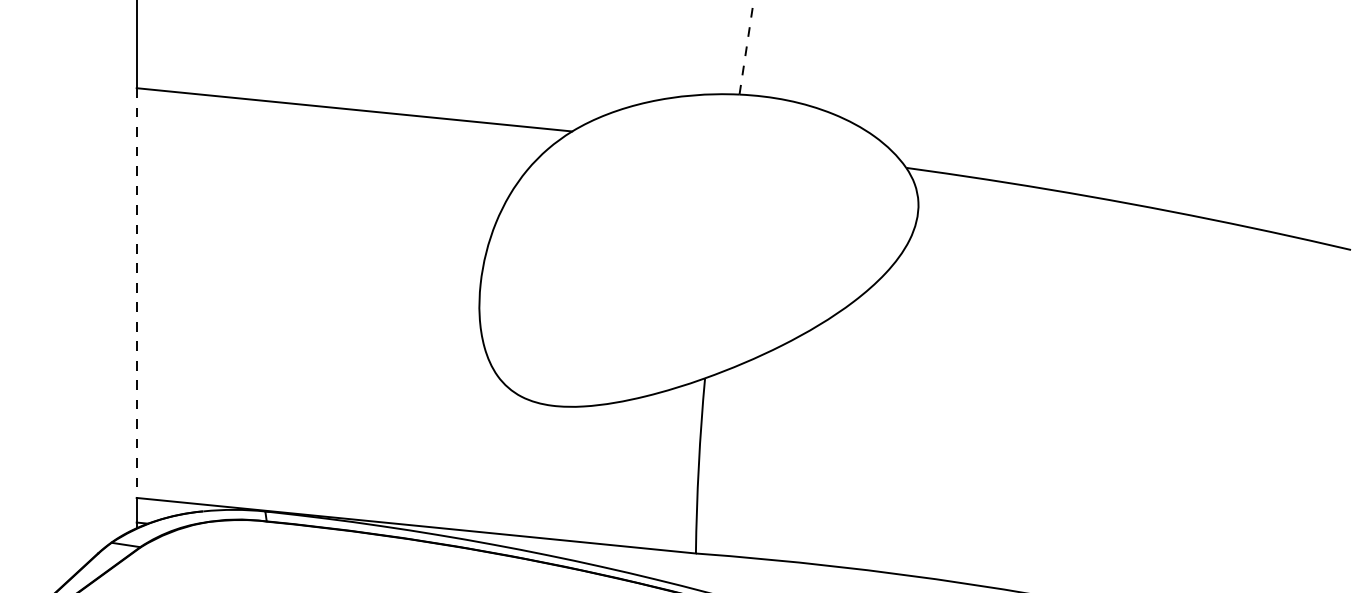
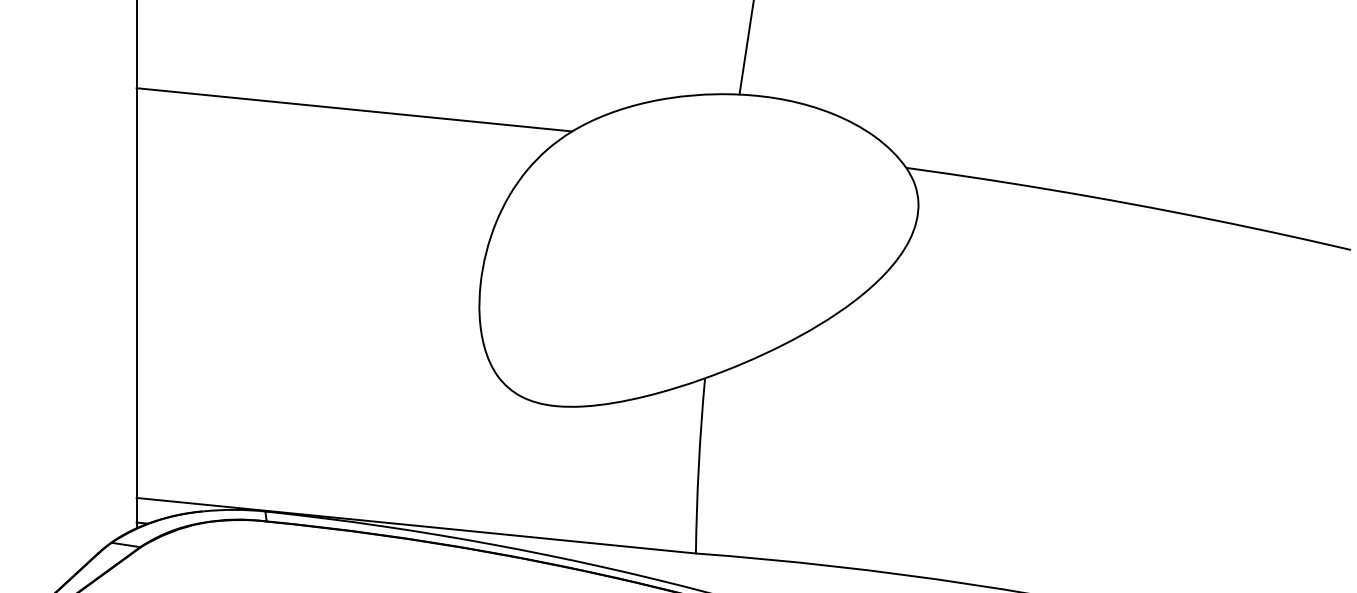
line at (746, 47): dashed -> solid
line at (136, 293): dashed -> solid
